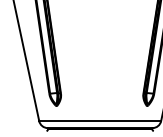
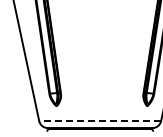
line at (100, 121): solid -> dashed
